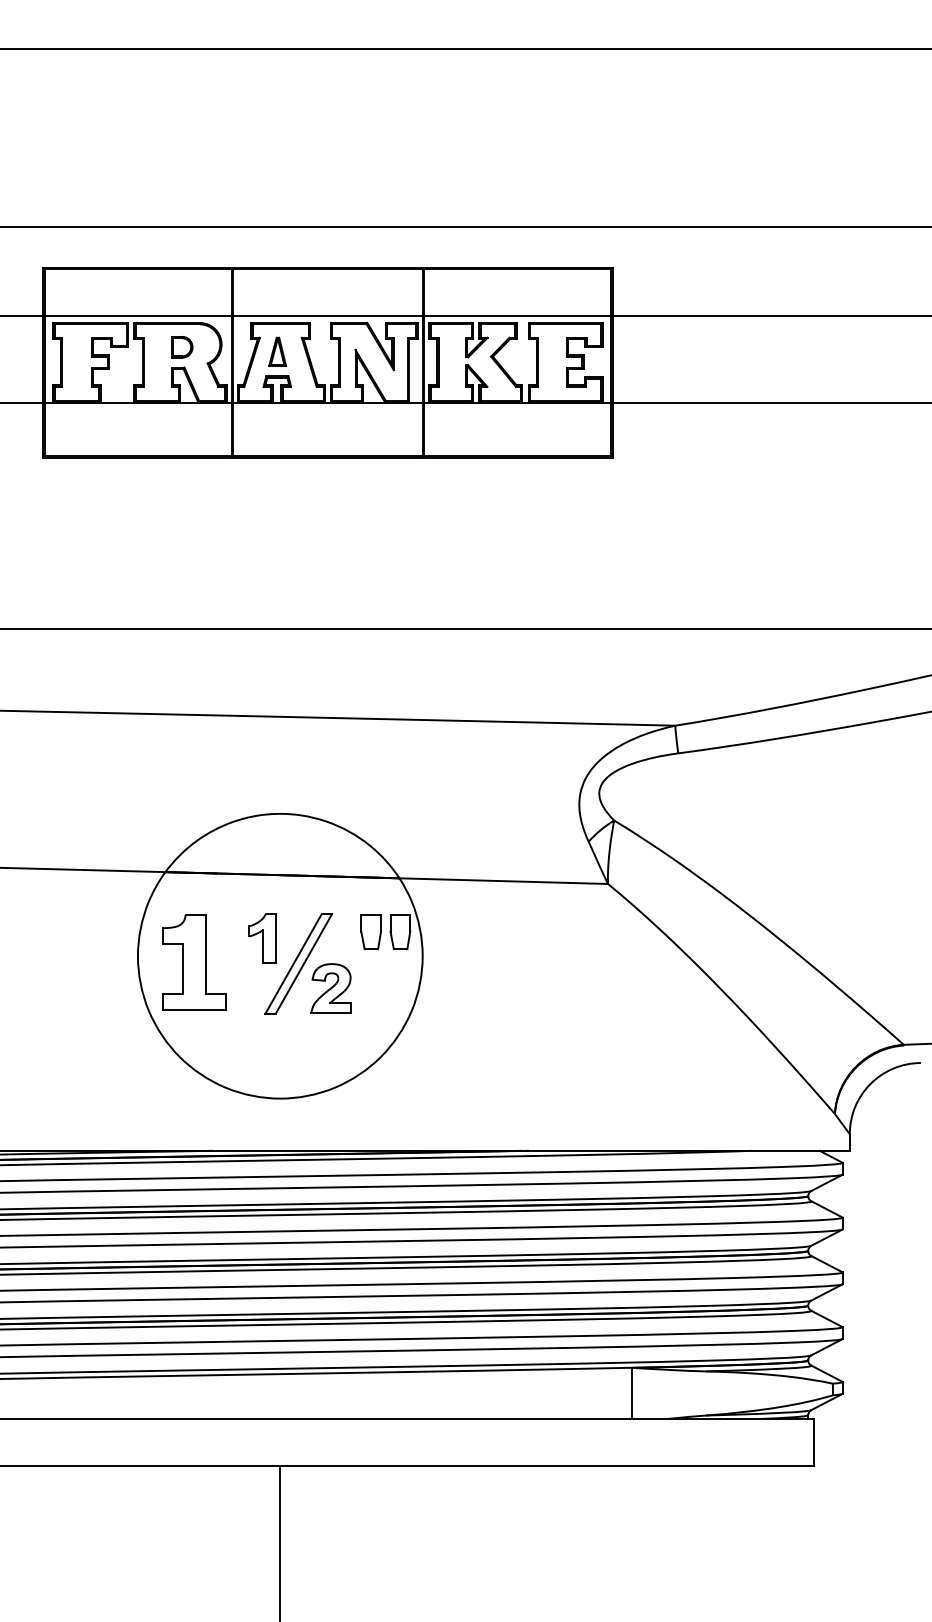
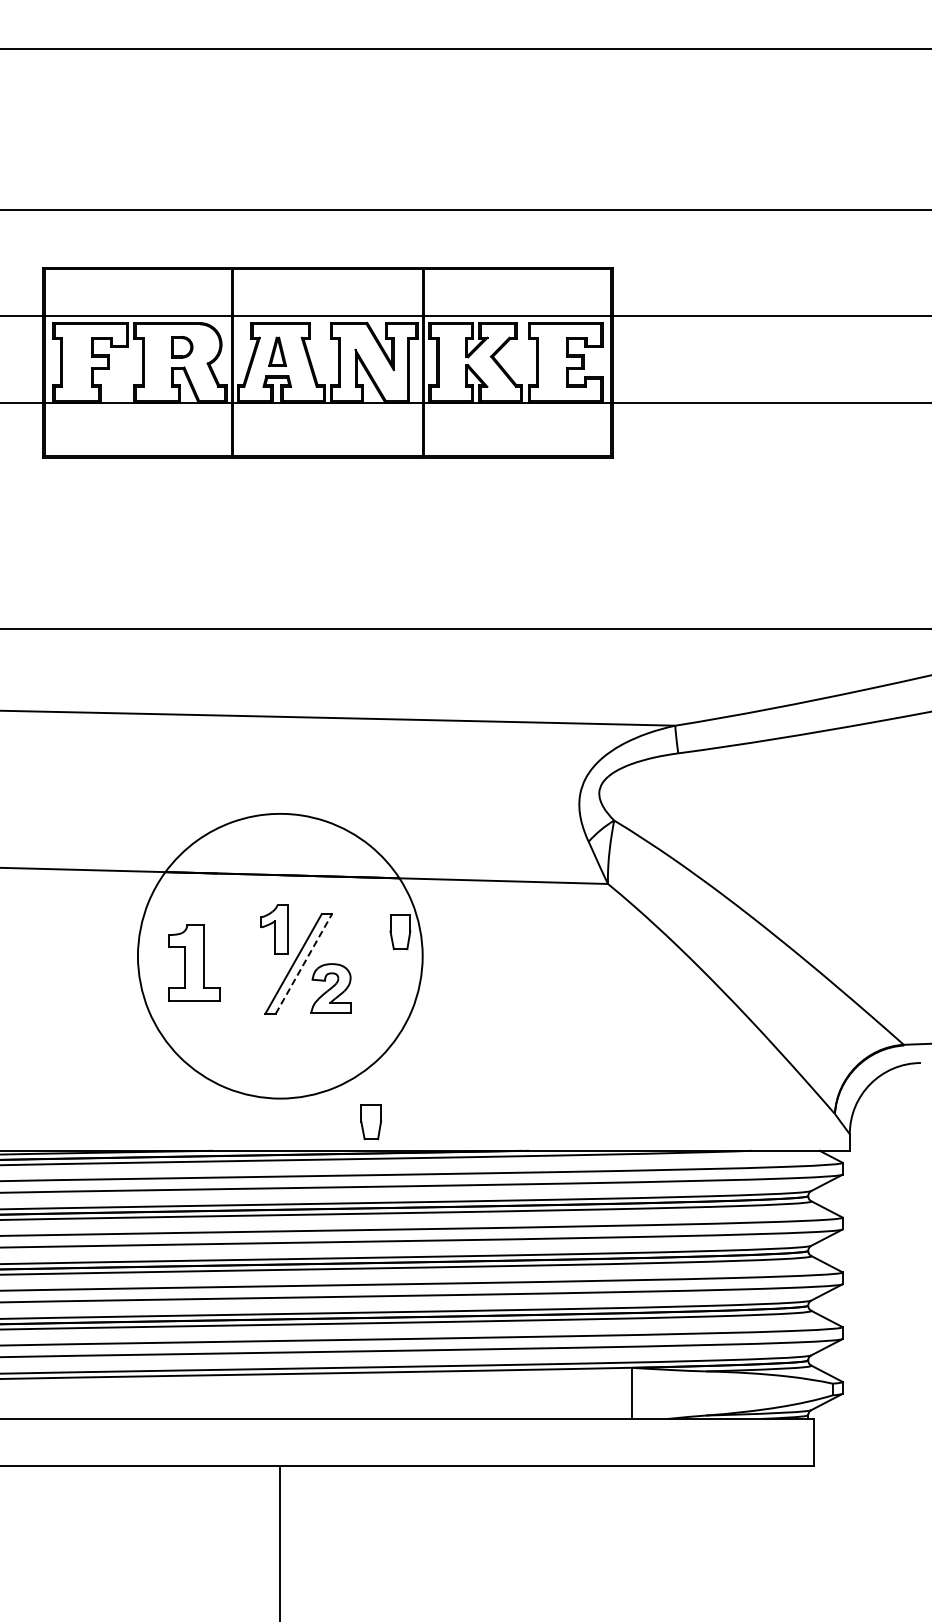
line at (465, 226) position: (465, 226) -> (465, 209)
part at (370, 932) position: (370, 932) -> (370, 1122)
part at (262, 938) position: (262, 938) -> (274, 929)
part at (194, 962) size: 65x97 px -> 53x78 px
line at (304, 963): solid -> dashed
